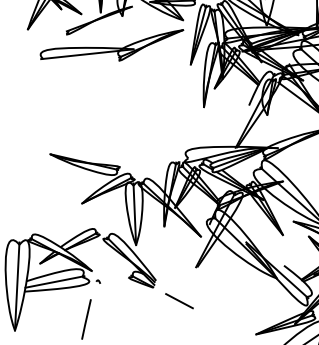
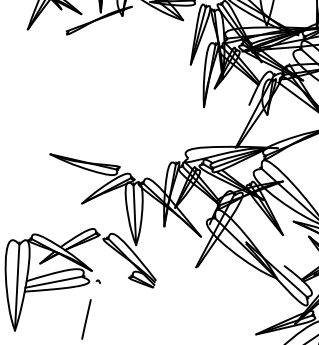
part at (111, 45): present -> none
line at (179, 301): present -> none
